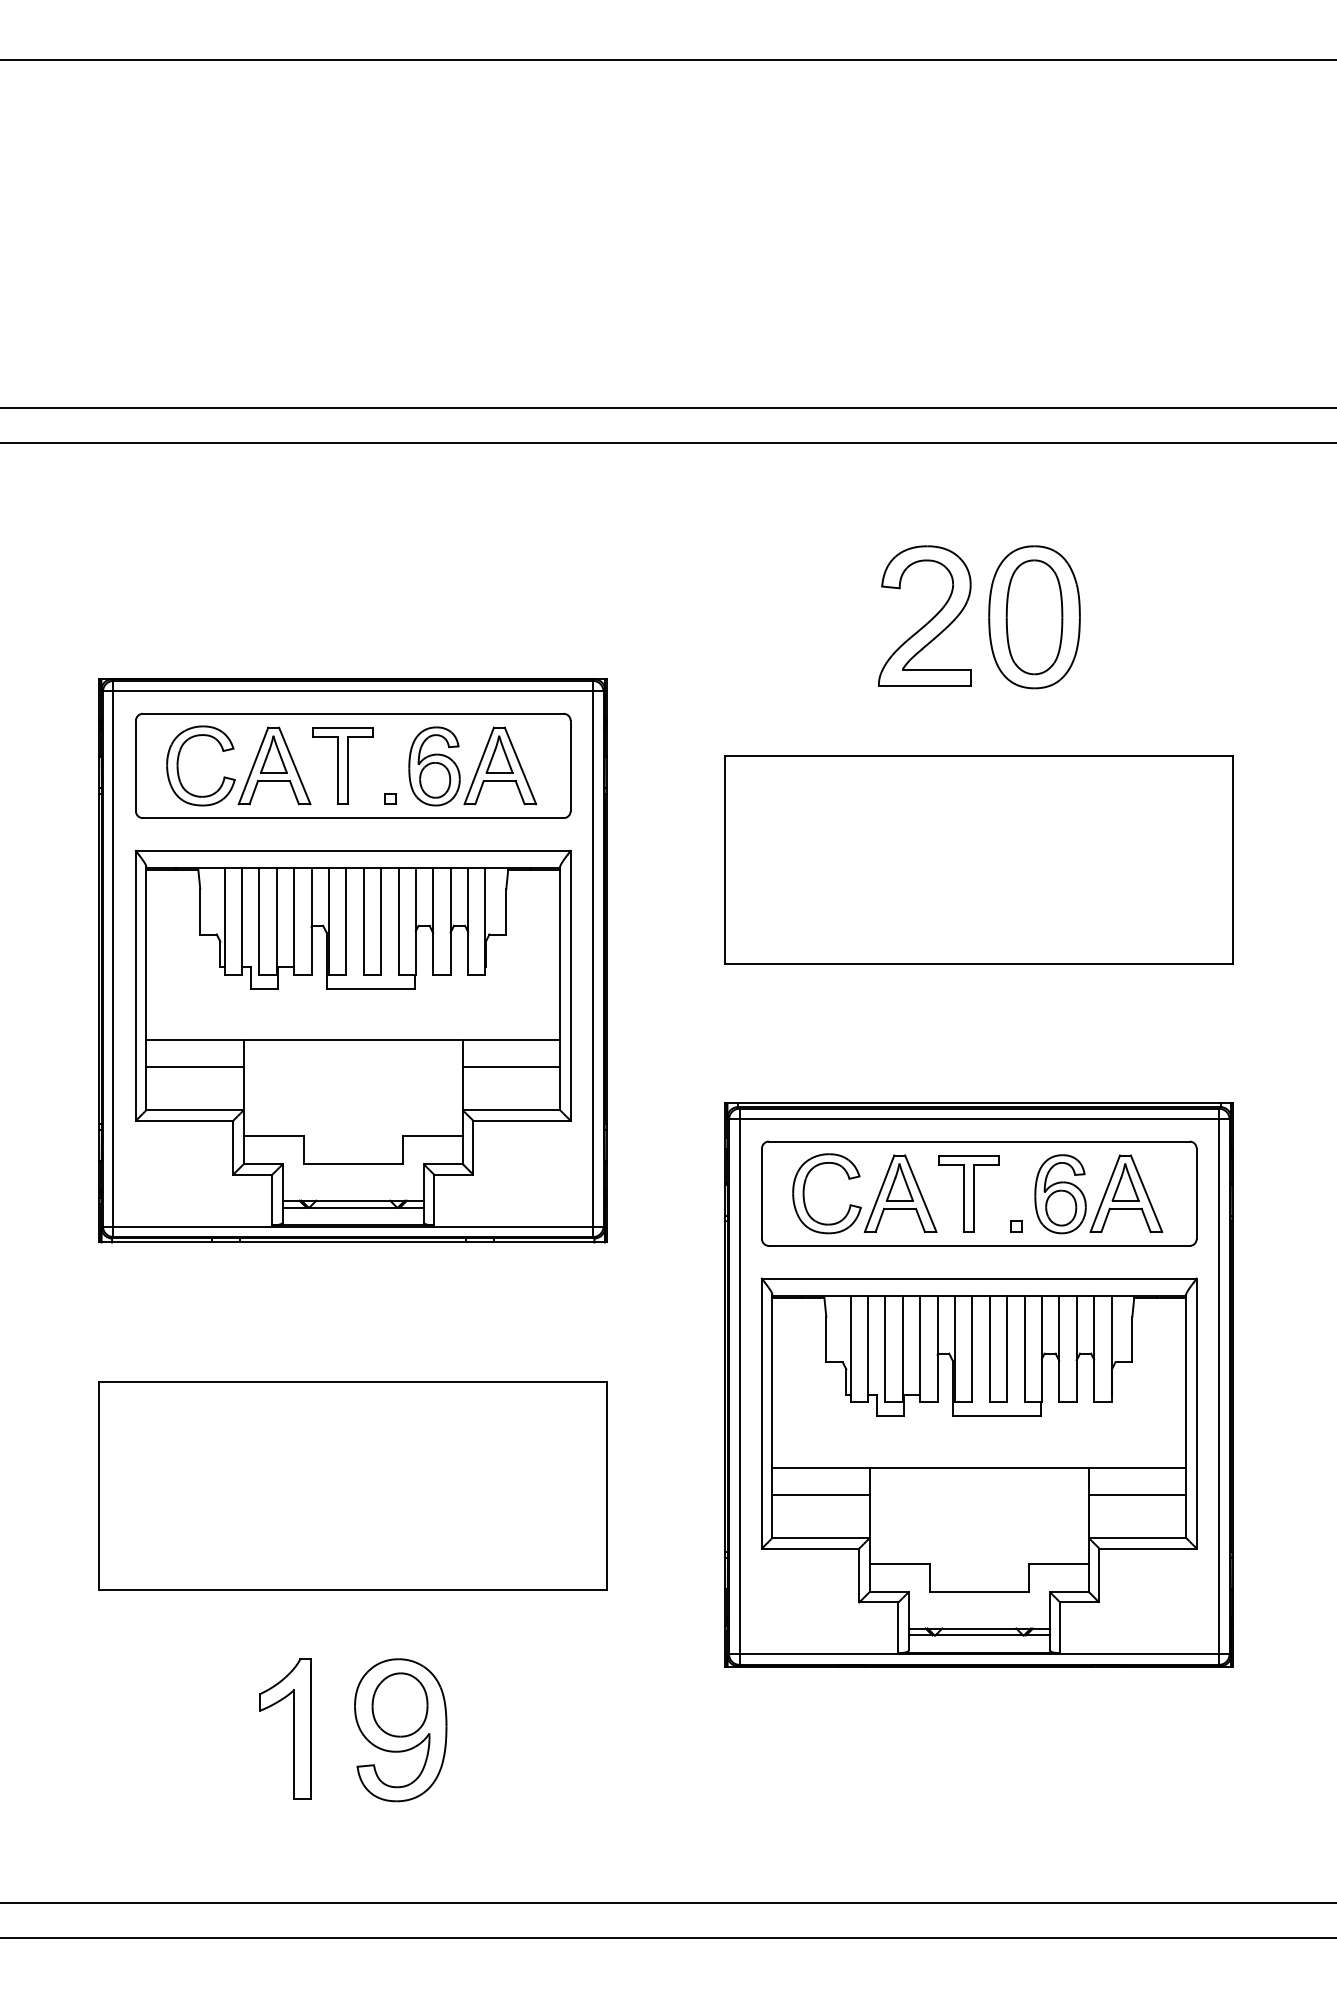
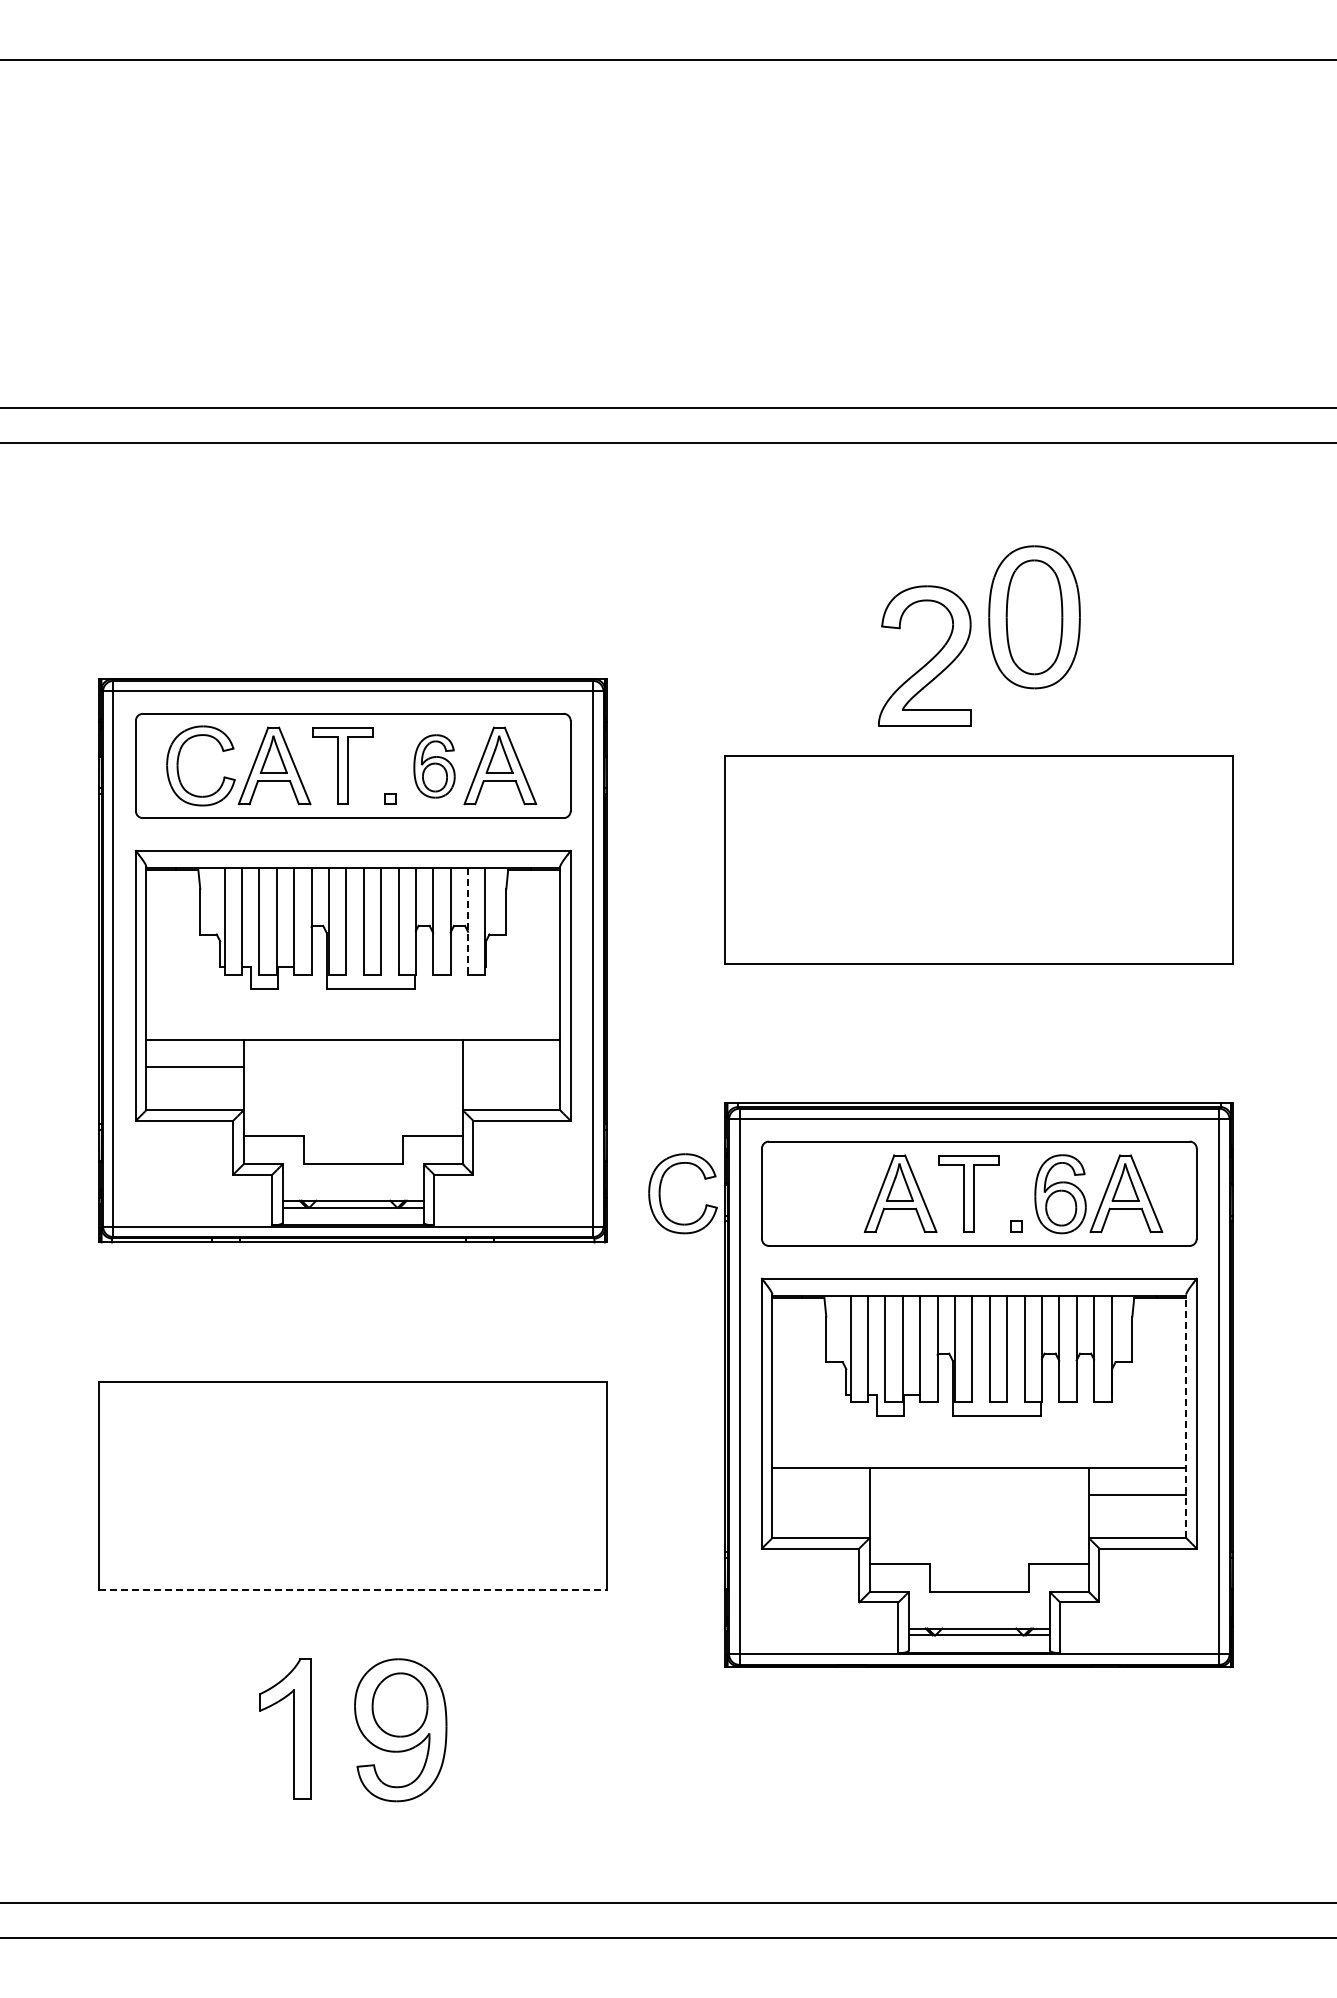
part at (929, 620) position: (929, 620) -> (929, 660)
part at (434, 766) size: 53x81 px -> 43x65 px
line at (468, 922): solid -> dashed
line at (511, 1066): present -> none
part at (804, 1193) position: (804, 1193) -> (660, 1193)
line at (1186, 1416): solid -> dashed
line at (820, 1494): present -> none
line at (353, 1590): solid -> dashed
